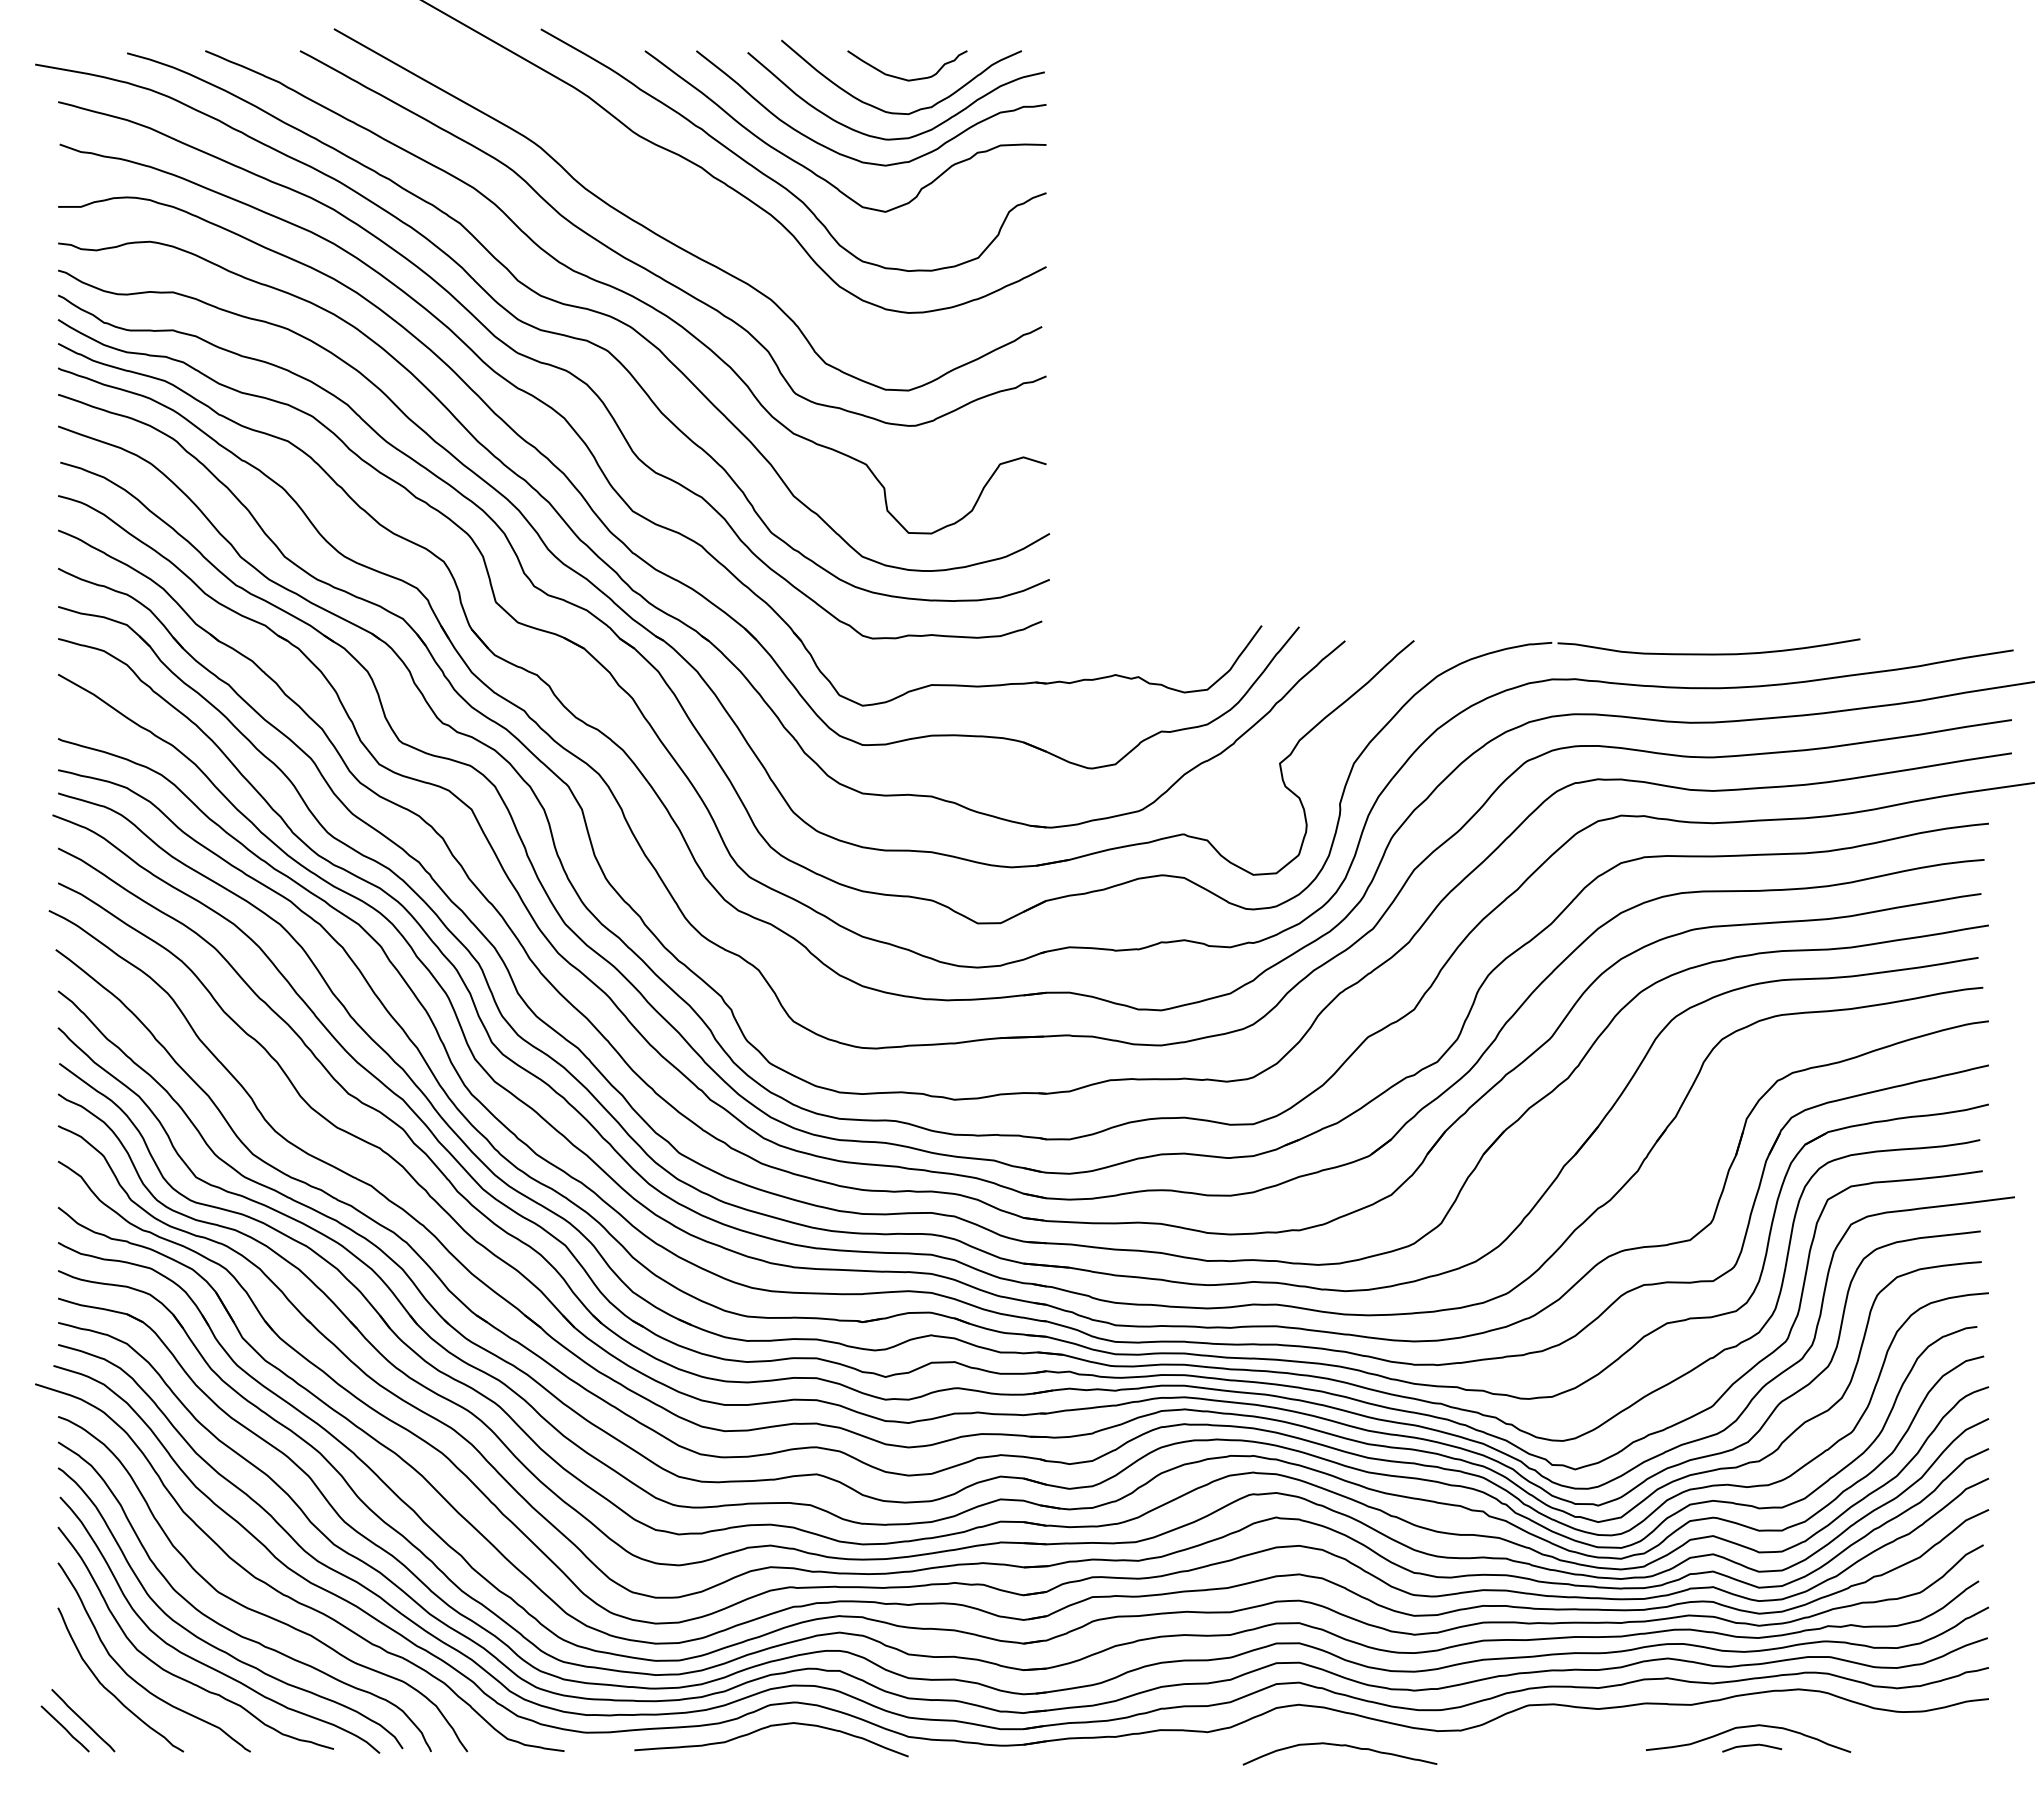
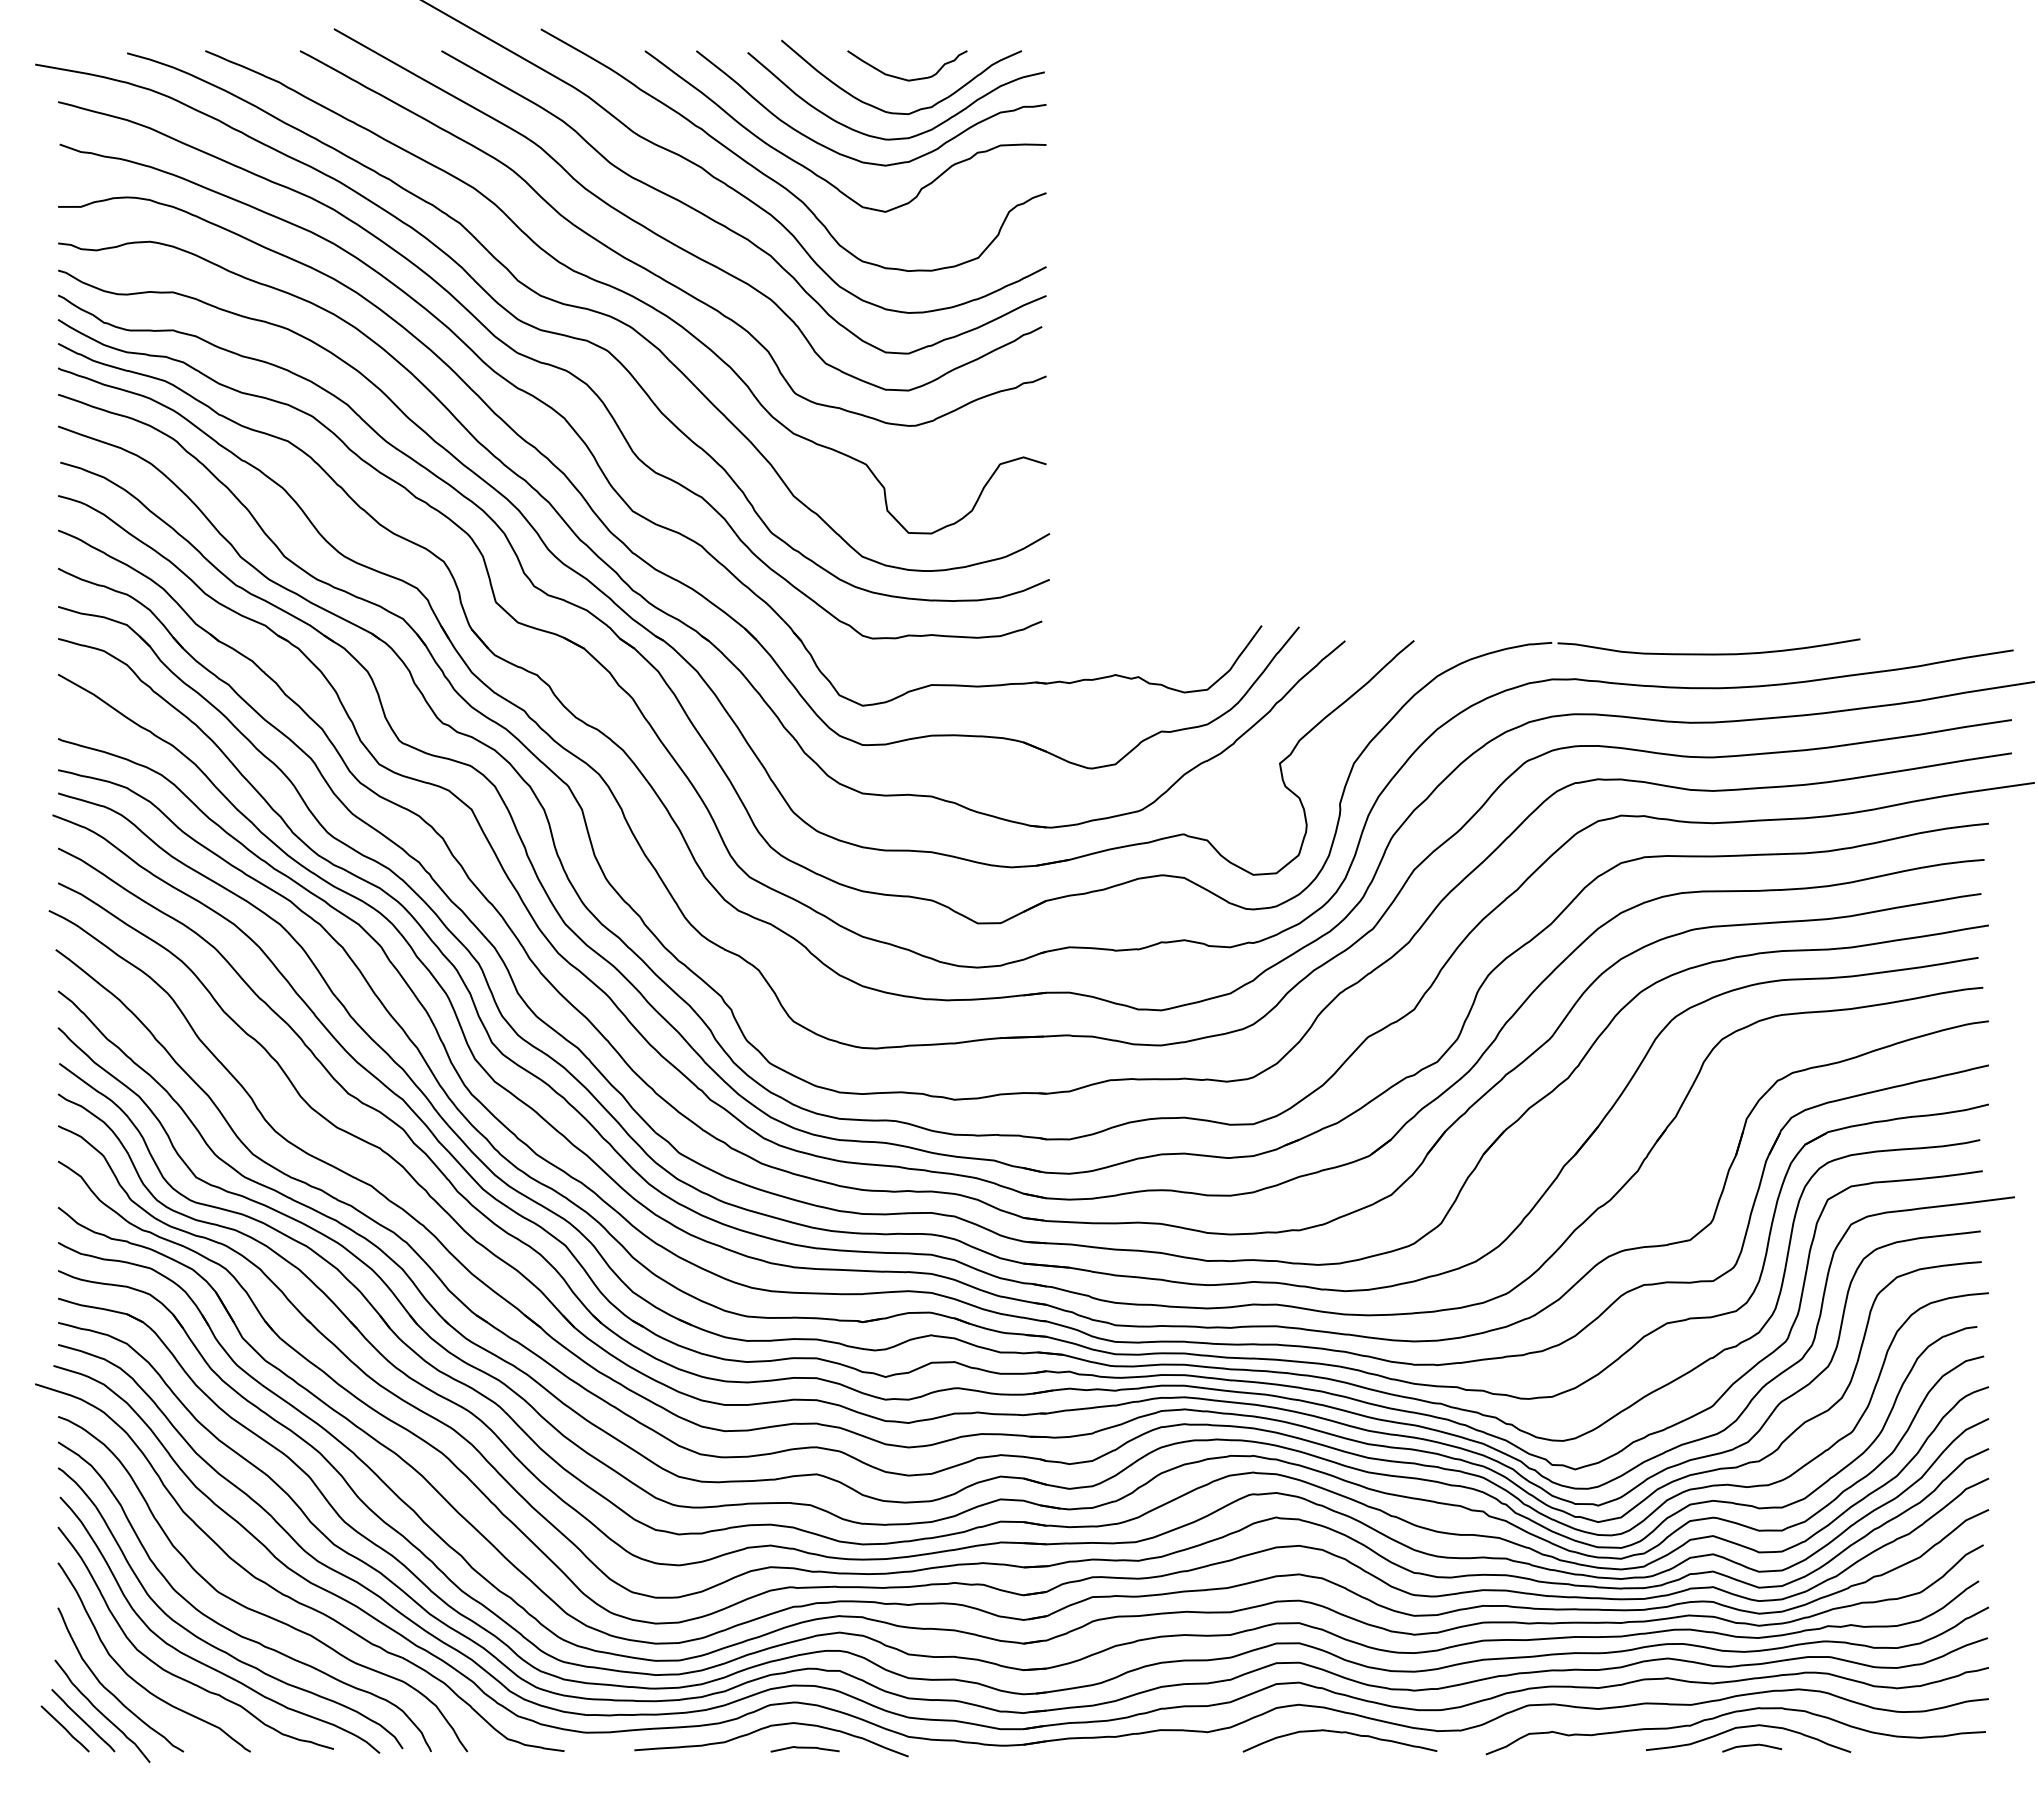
curve at (730, 228): none -> present
curve at (100, 1711): none -> present
curve at (1729, 1714): none -> present
curve at (1339, 1746) position: (1339, 1746) -> (1339, 1733)
curve at (804, 1748): none -> present
